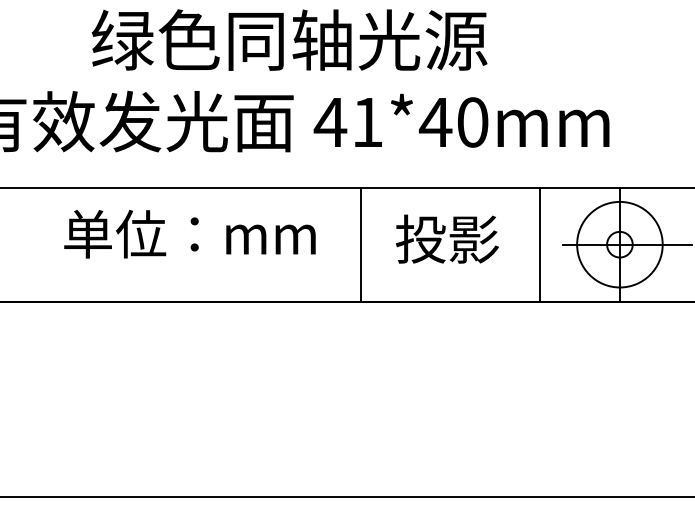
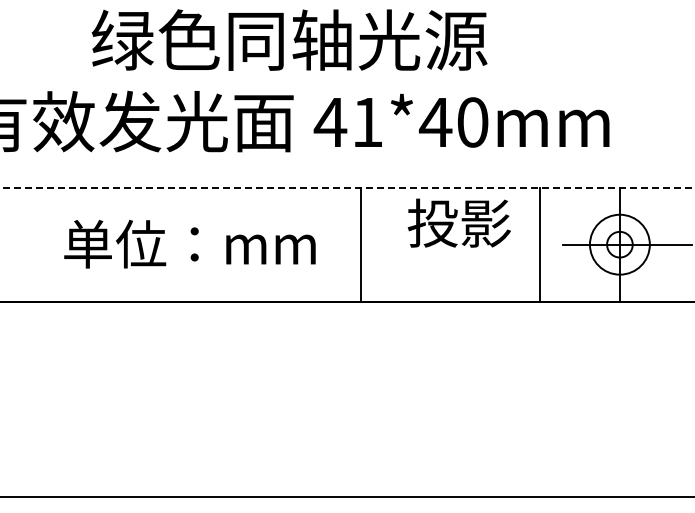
line at (347, 187): solid -> dashed
text at (189, 234) position: (189, 234) -> (189, 244)
text at (446, 238) position: (446, 238) -> (458, 222)
circle at (619, 244) diameter: 86 px -> 60 px
